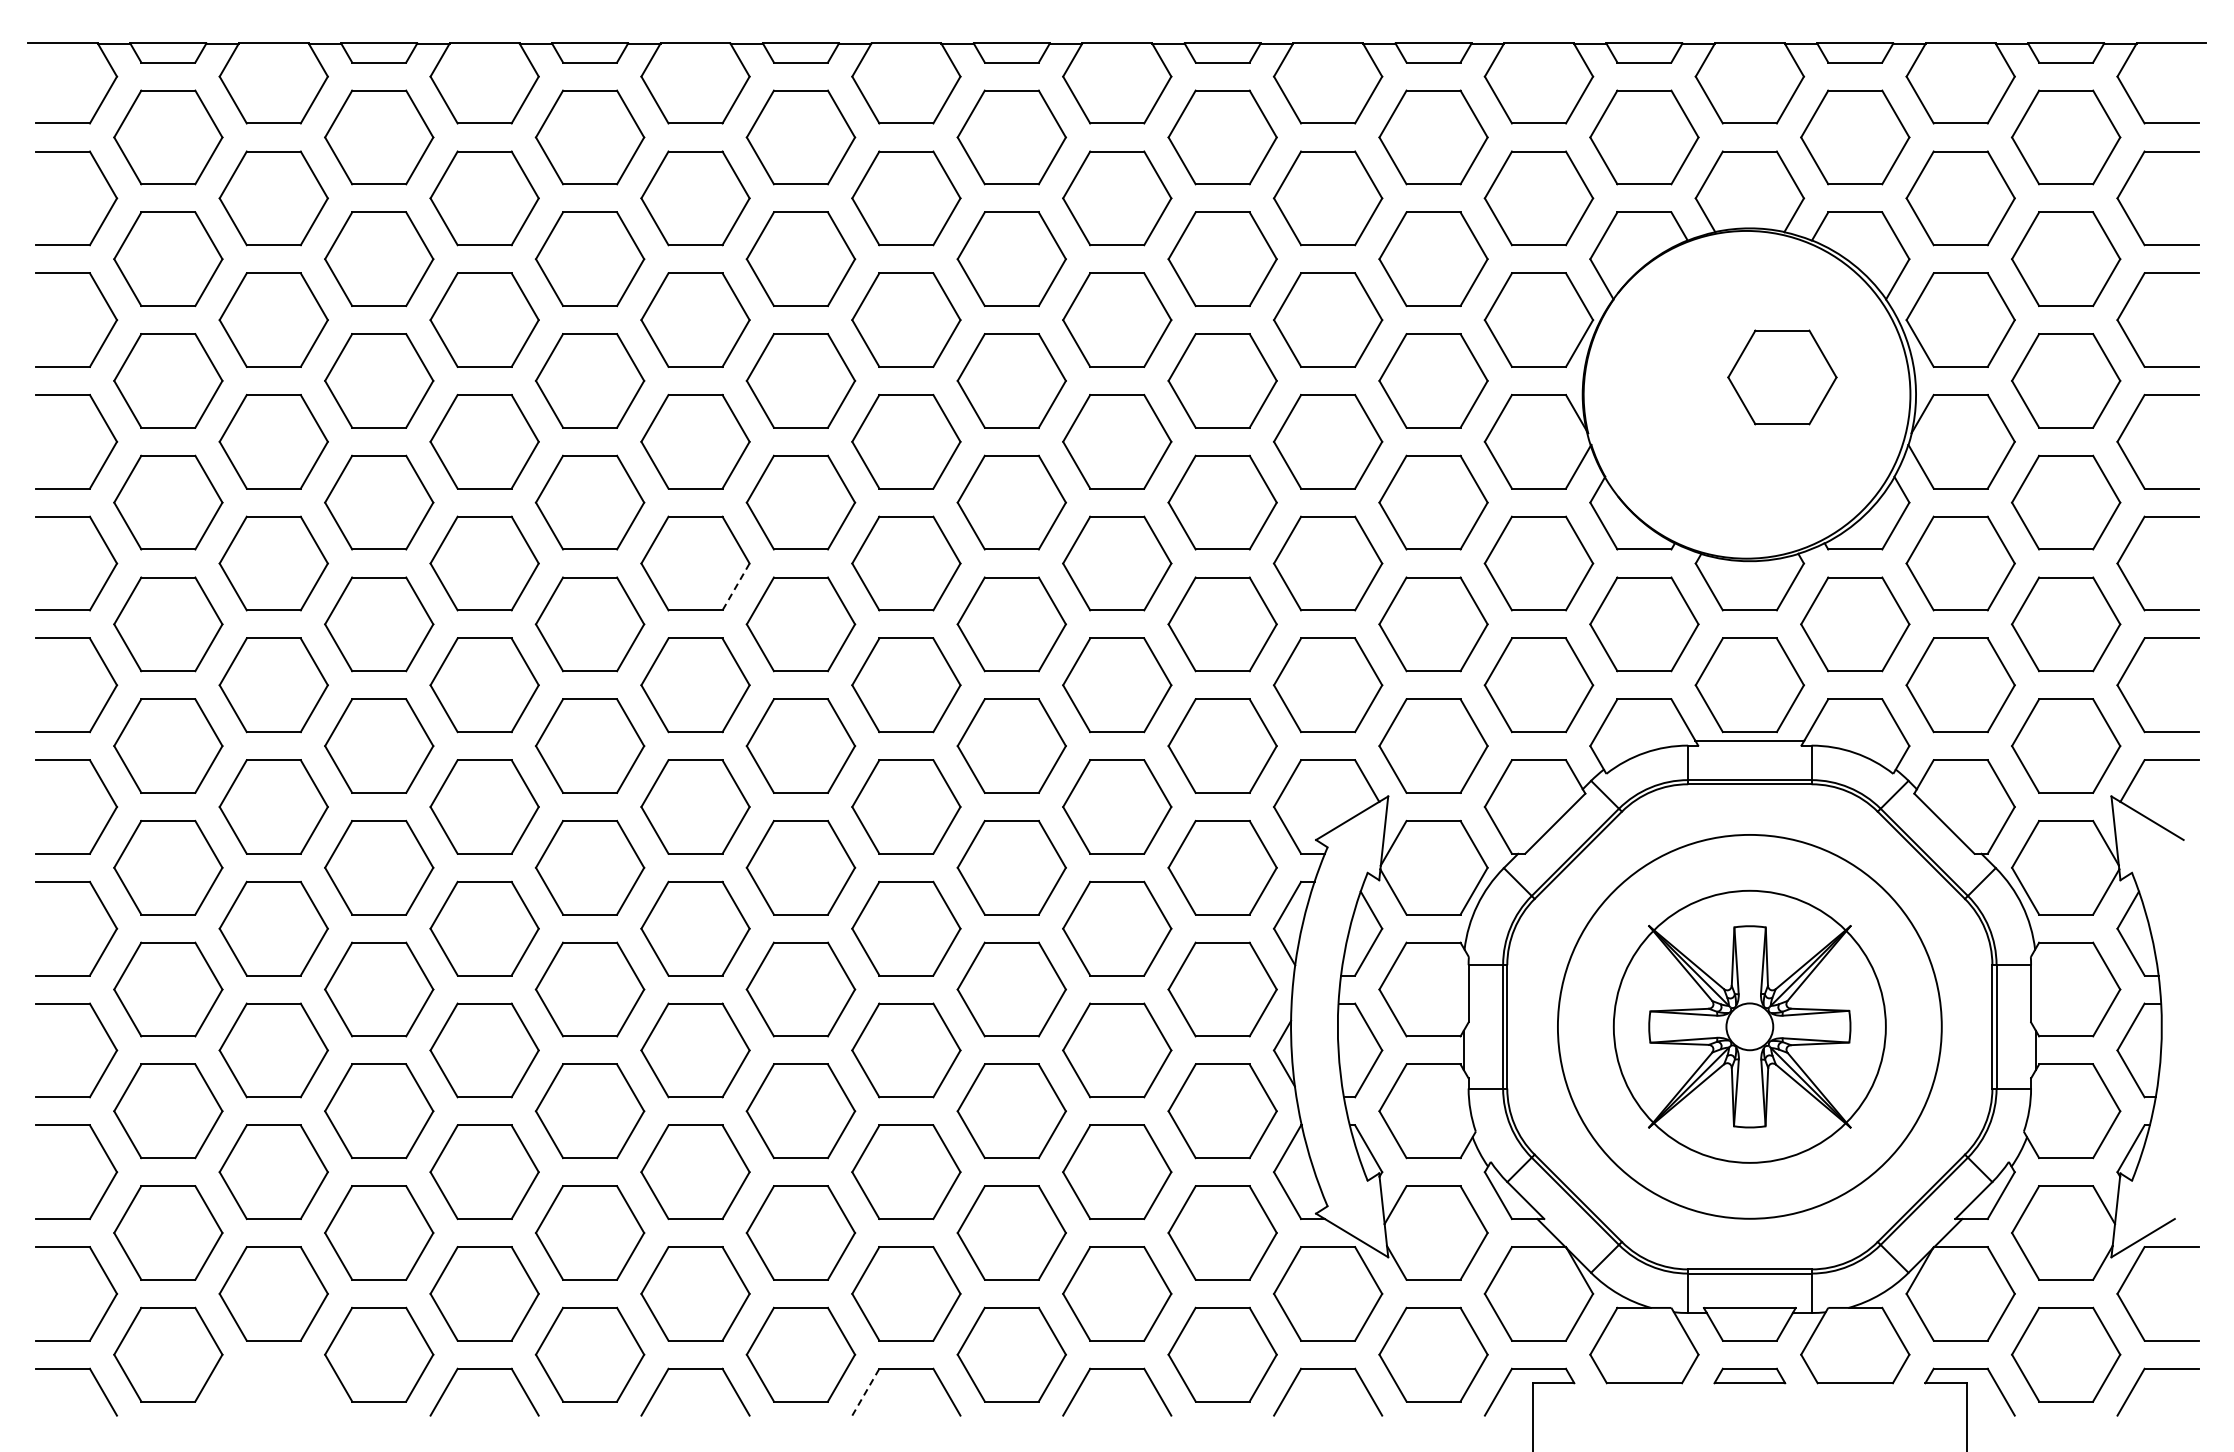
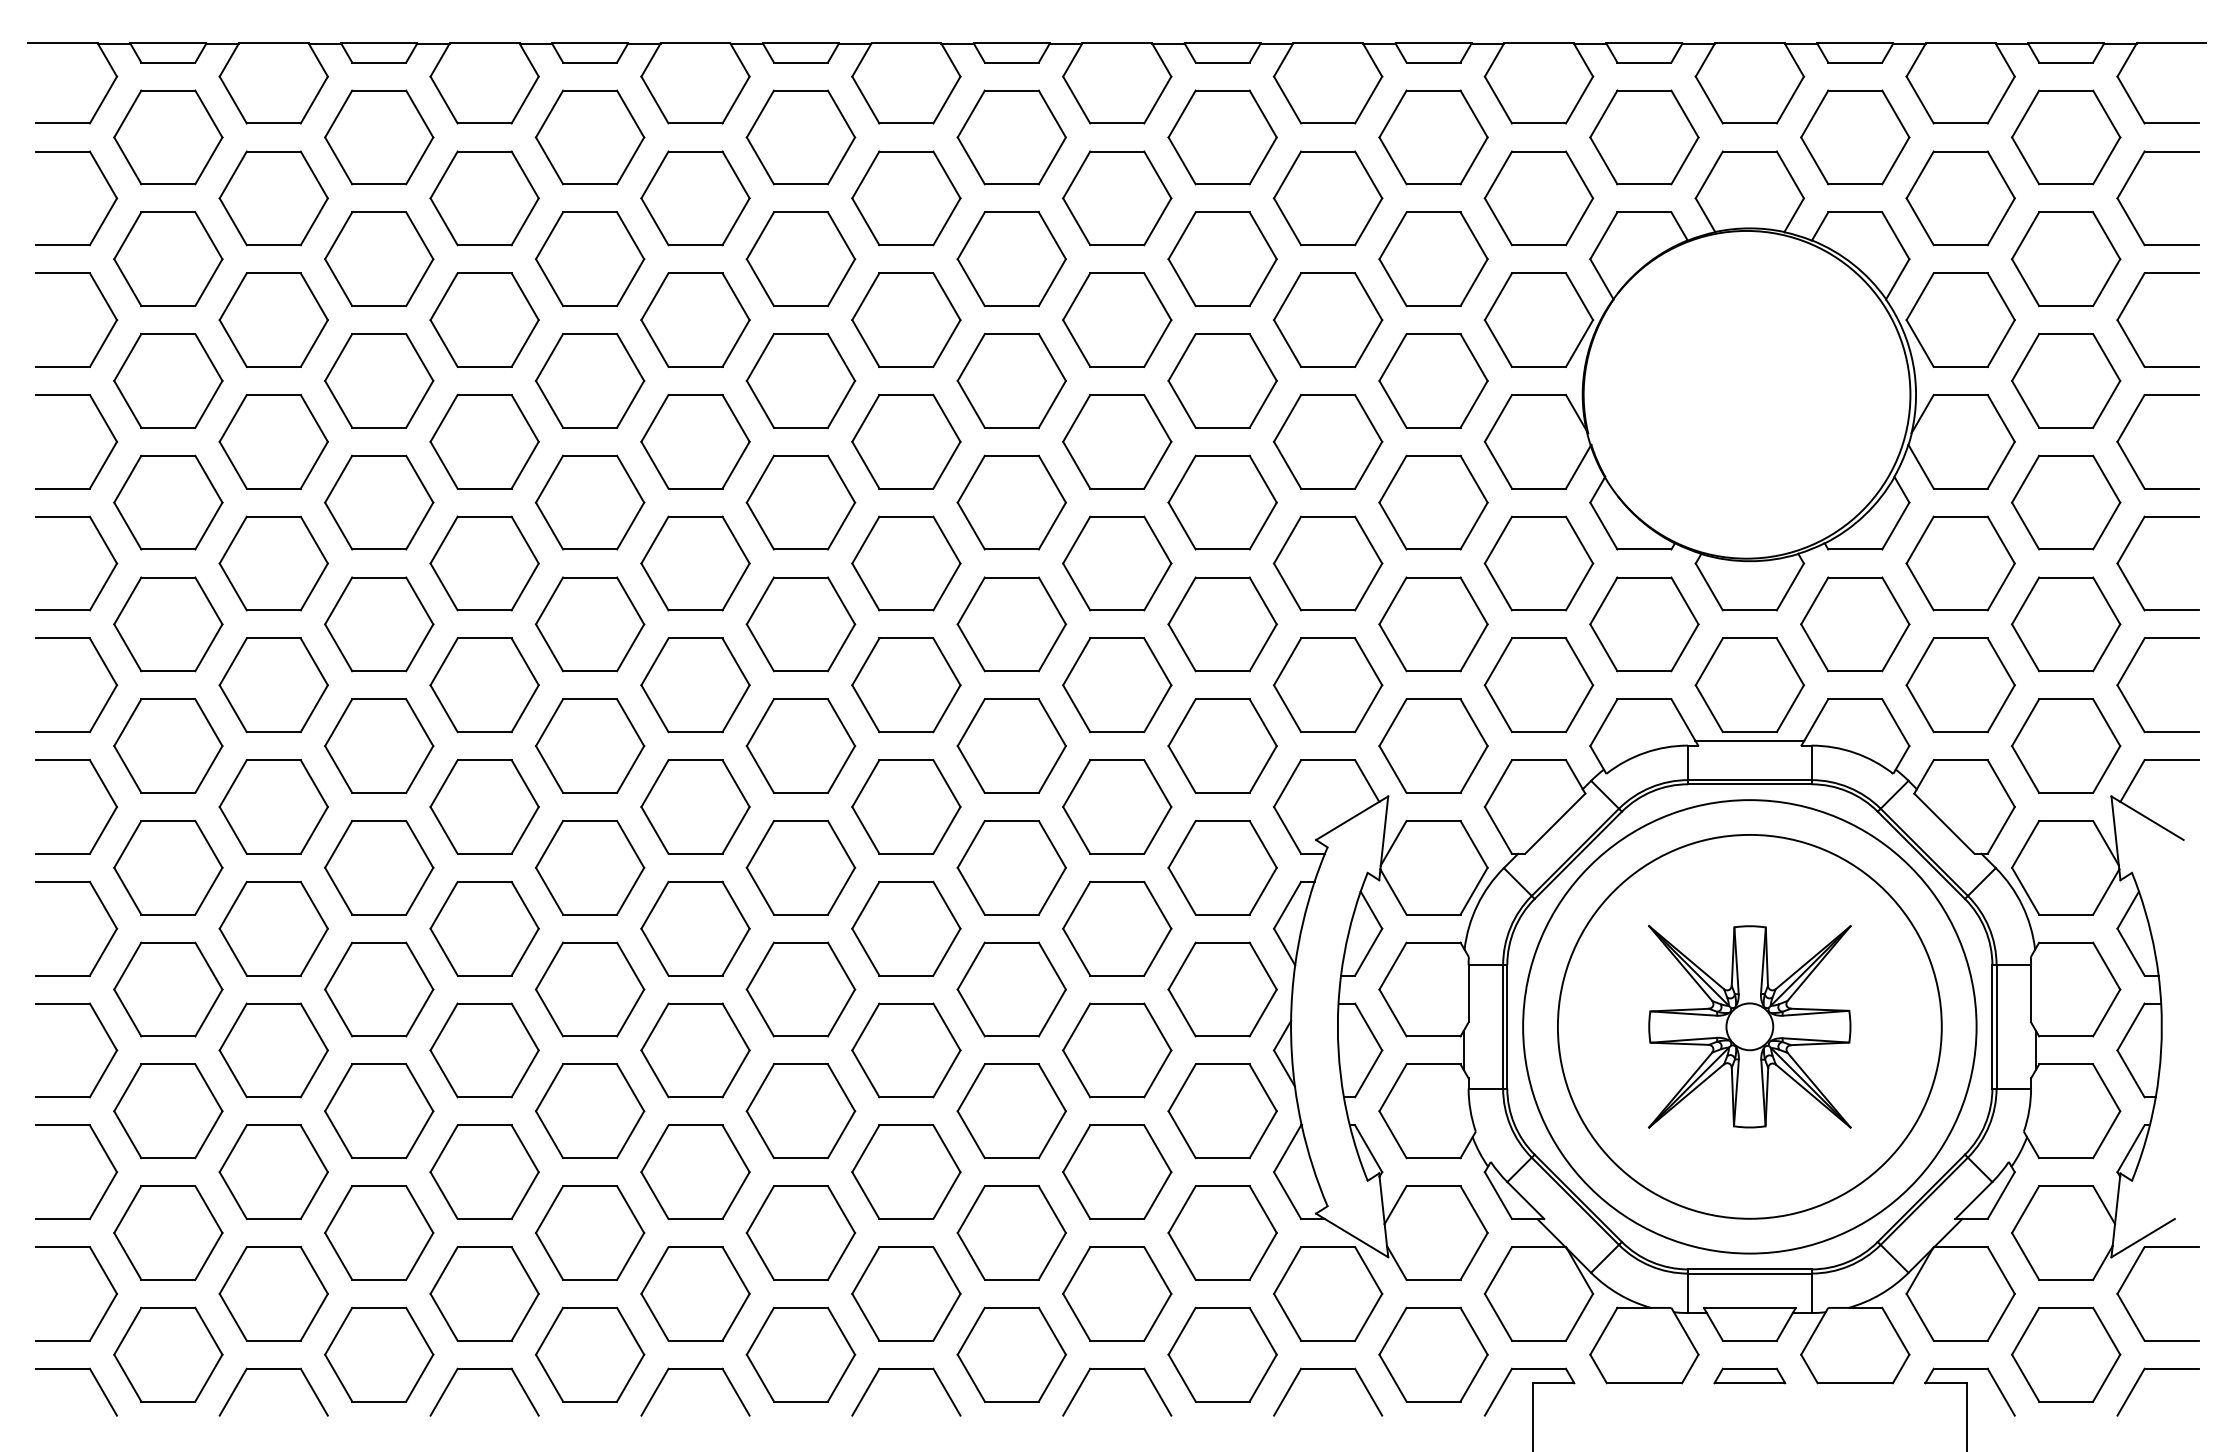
part at (1782, 377): present -> none
line at (735, 587): dashed -> solid
circle at (1749, 1026) diameter: 272 px -> 453 px
part at (273, 1369): none -> present
line at (866, 1391): dashed -> solid
